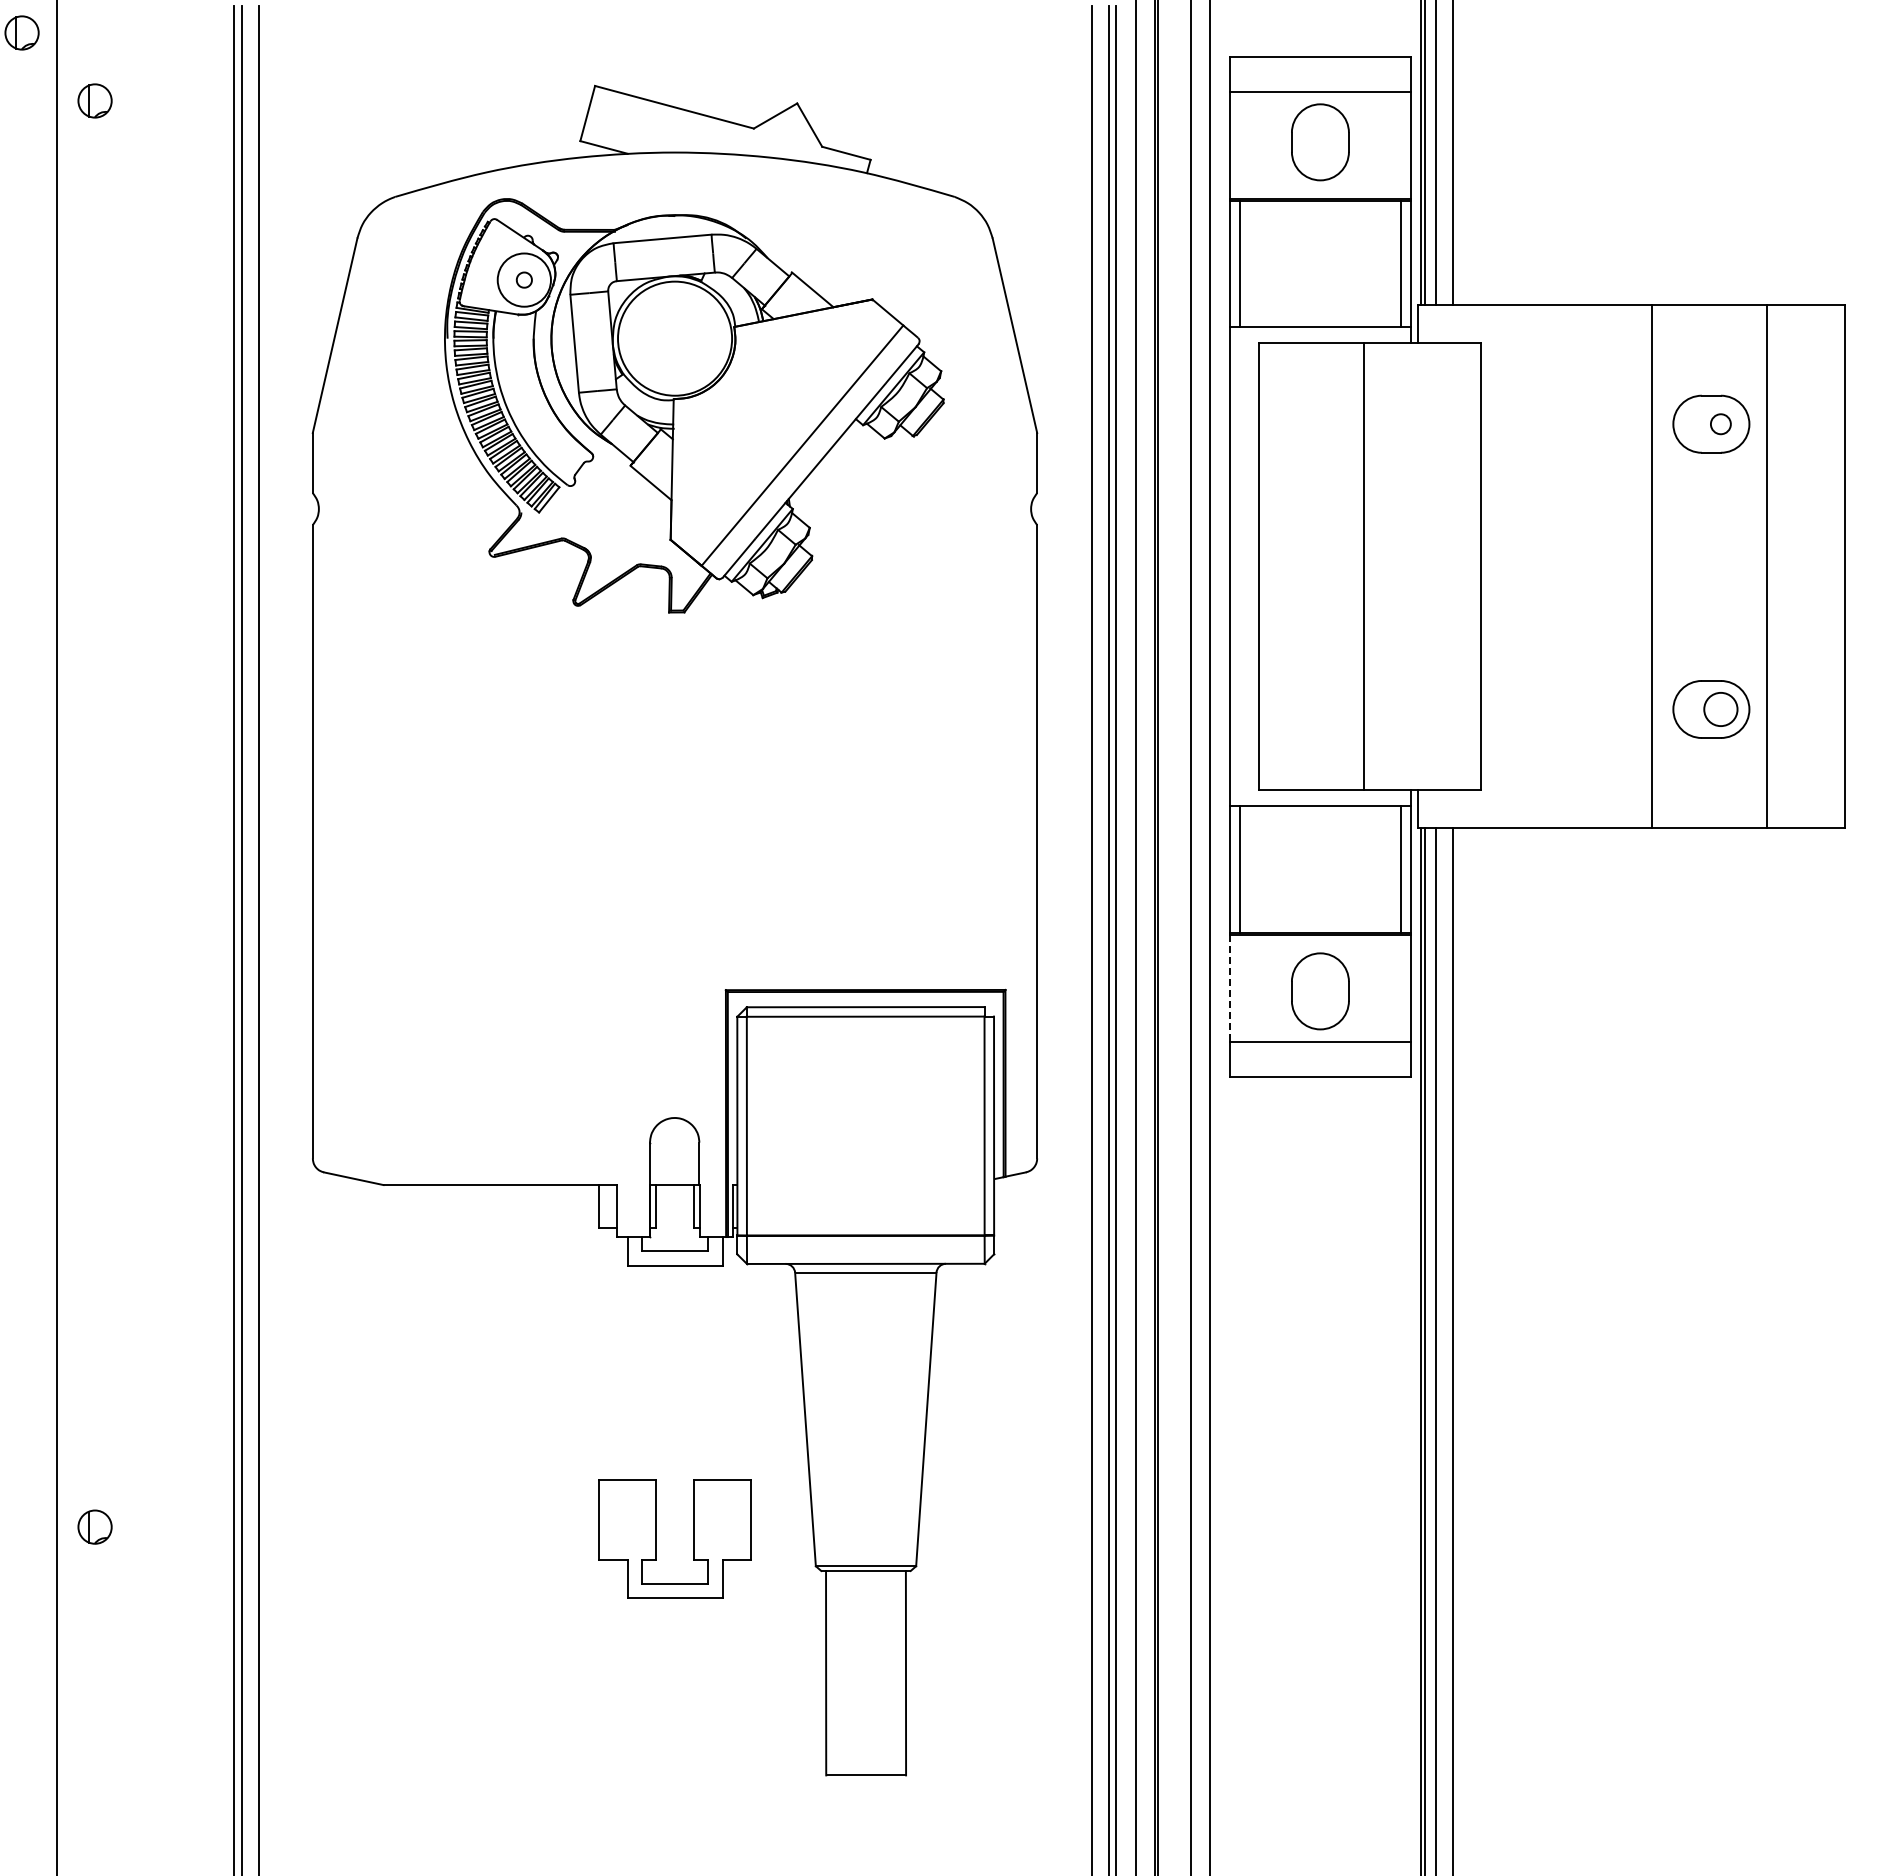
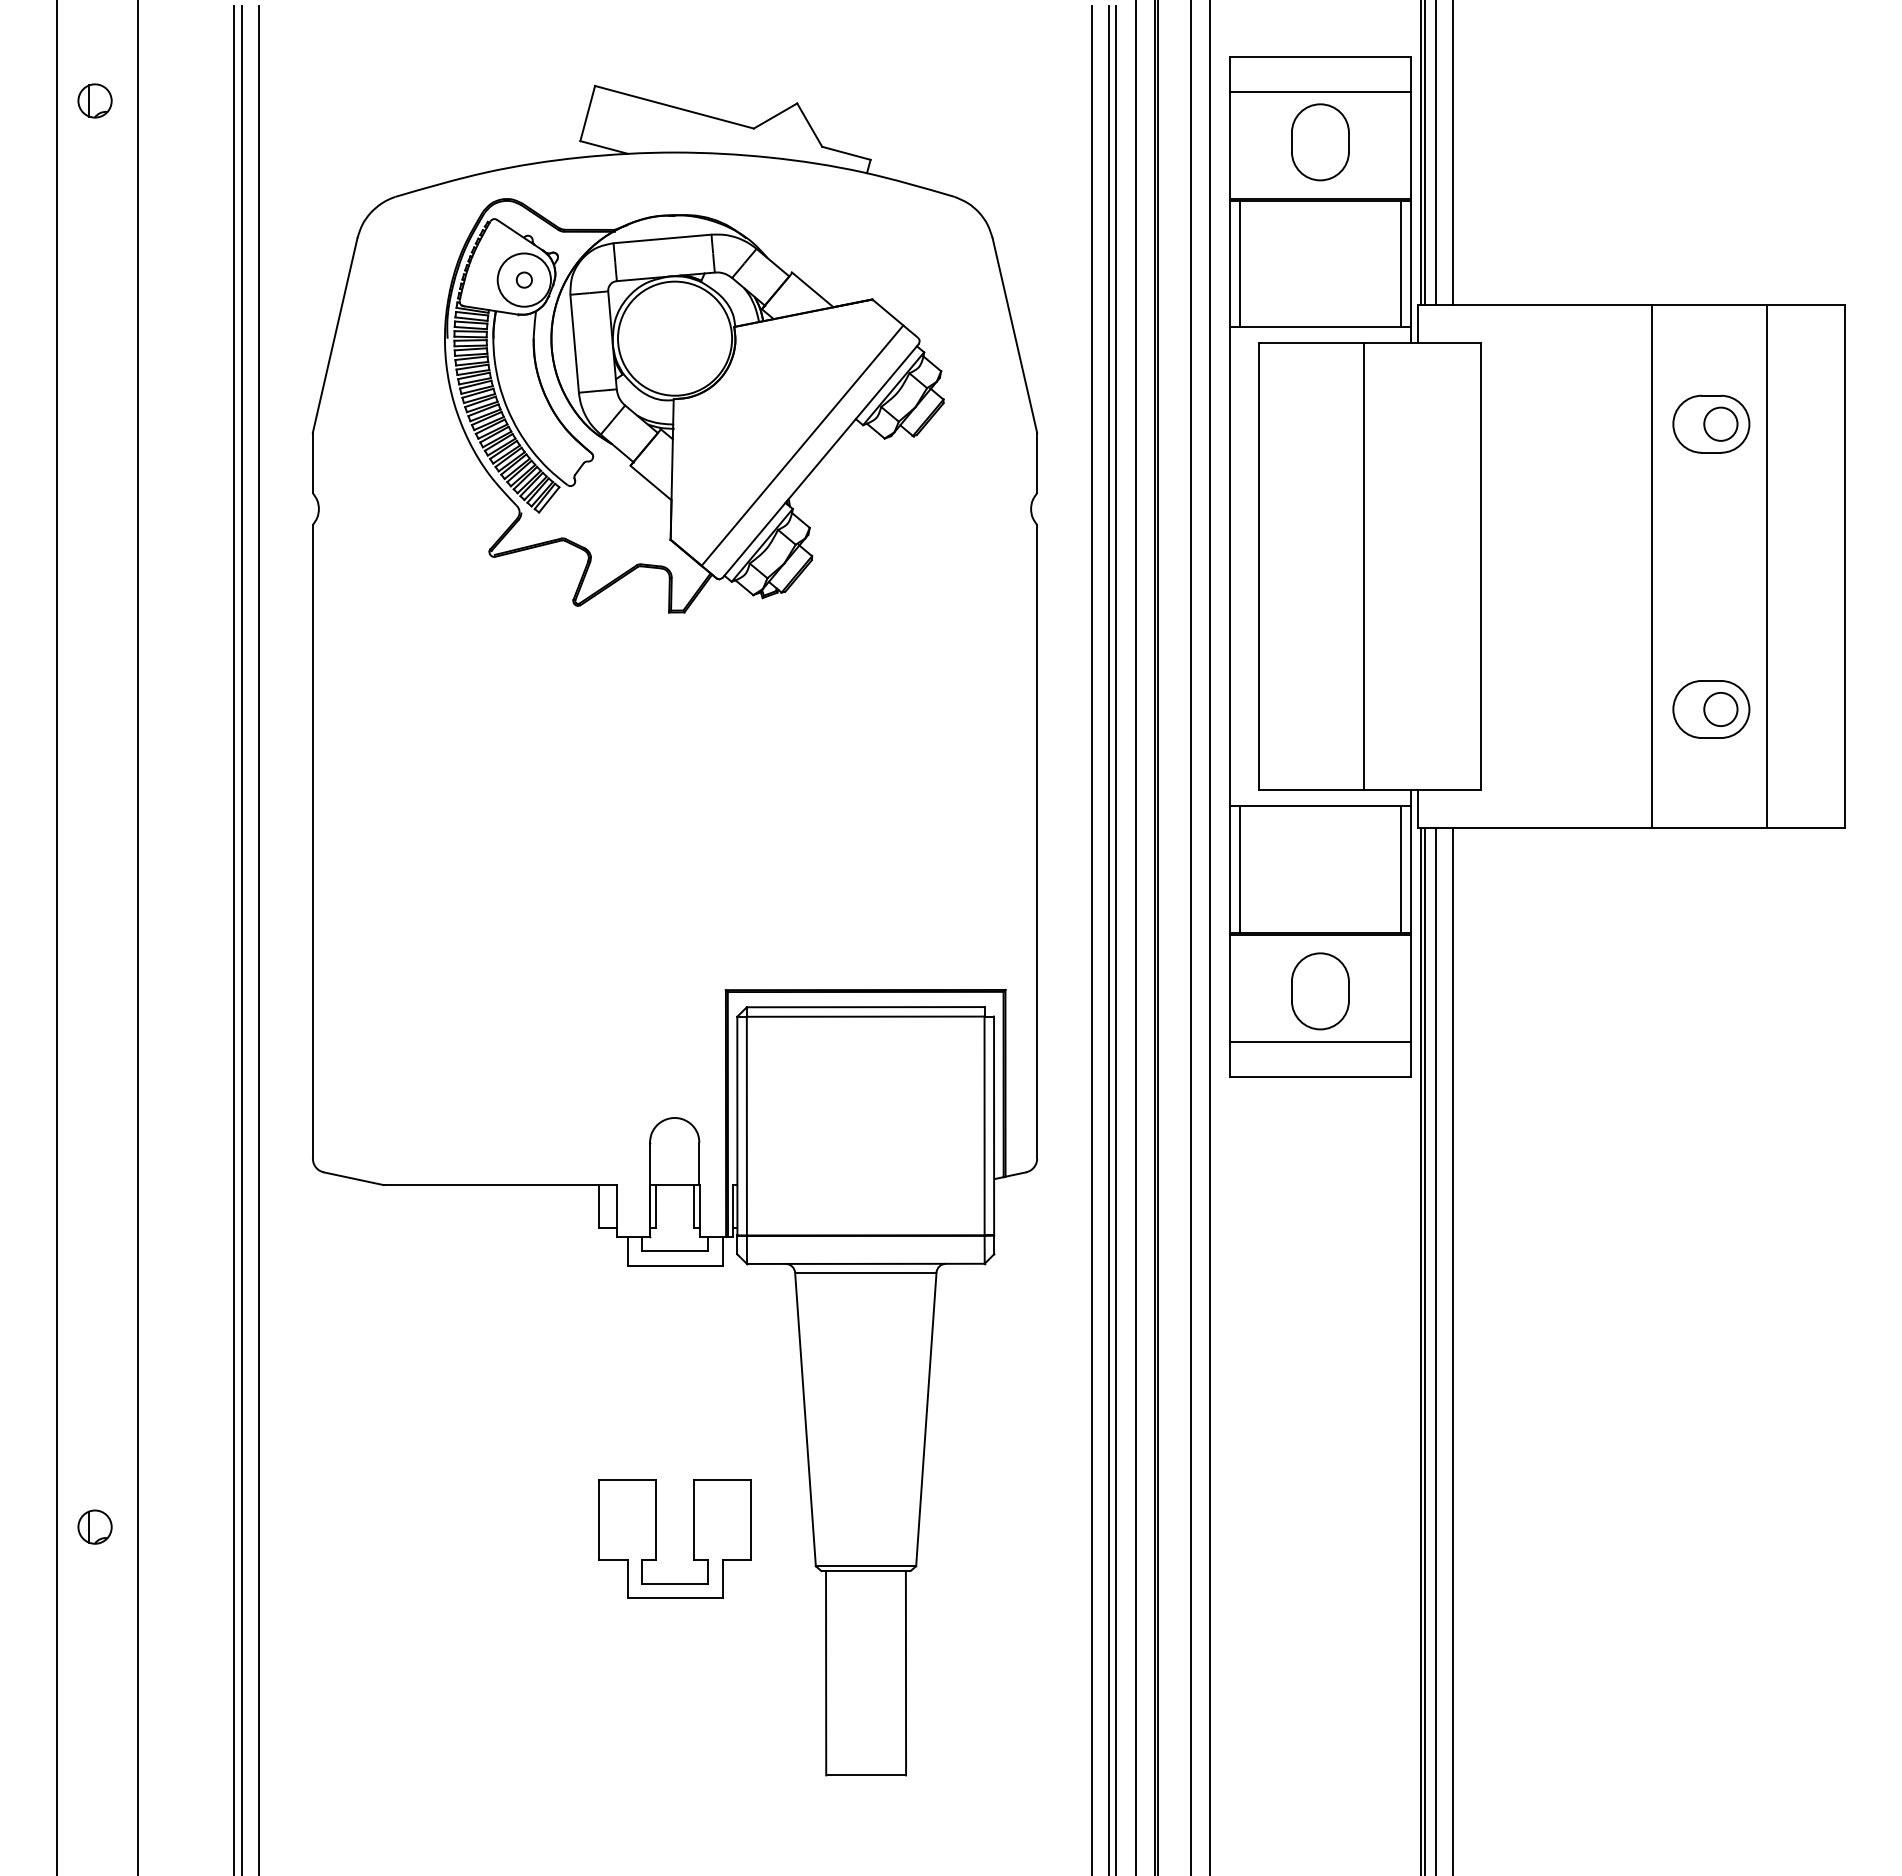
part at (21, 32): present -> none
circle at (1720, 424) diameter: 20 px -> 33 px
line at (137, 937): none -> present
line at (1230, 988): dashed -> solid
